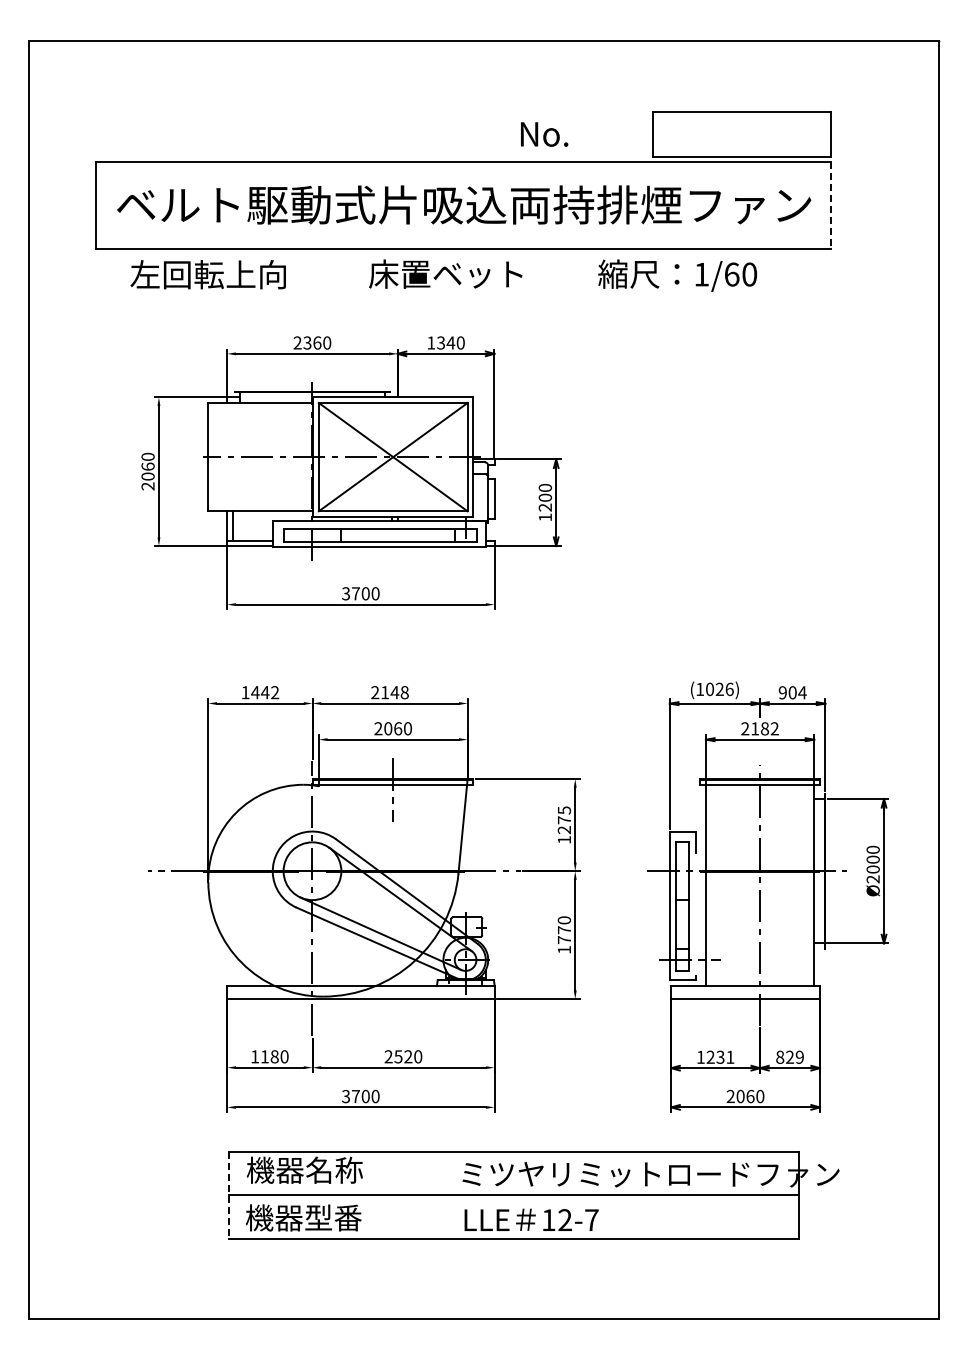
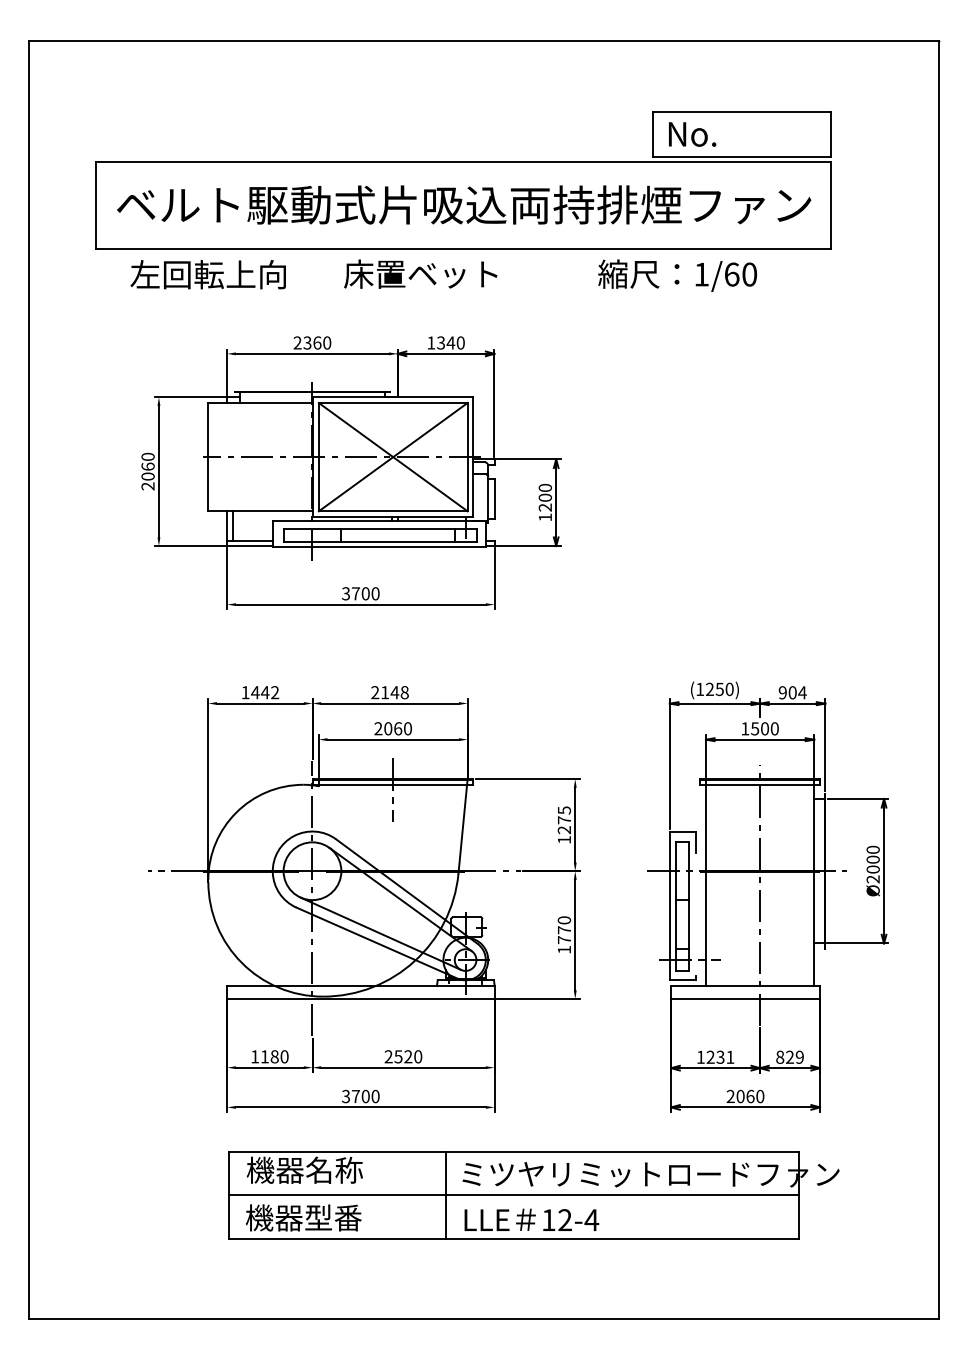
text at (544, 134) position: (544, 134) -> (692, 134)
line at (830, 206): dashed -> solid
text at (445, 273) position: (445, 273) -> (420, 273)
text at (719, 689): (1026) -> (1250)
text at (759, 728): 2182 -> 1500
line at (445, 1194): none -> present
line at (229, 1195): dashed -> solid
text at (591, 1219): 12-7 -> 12-4
